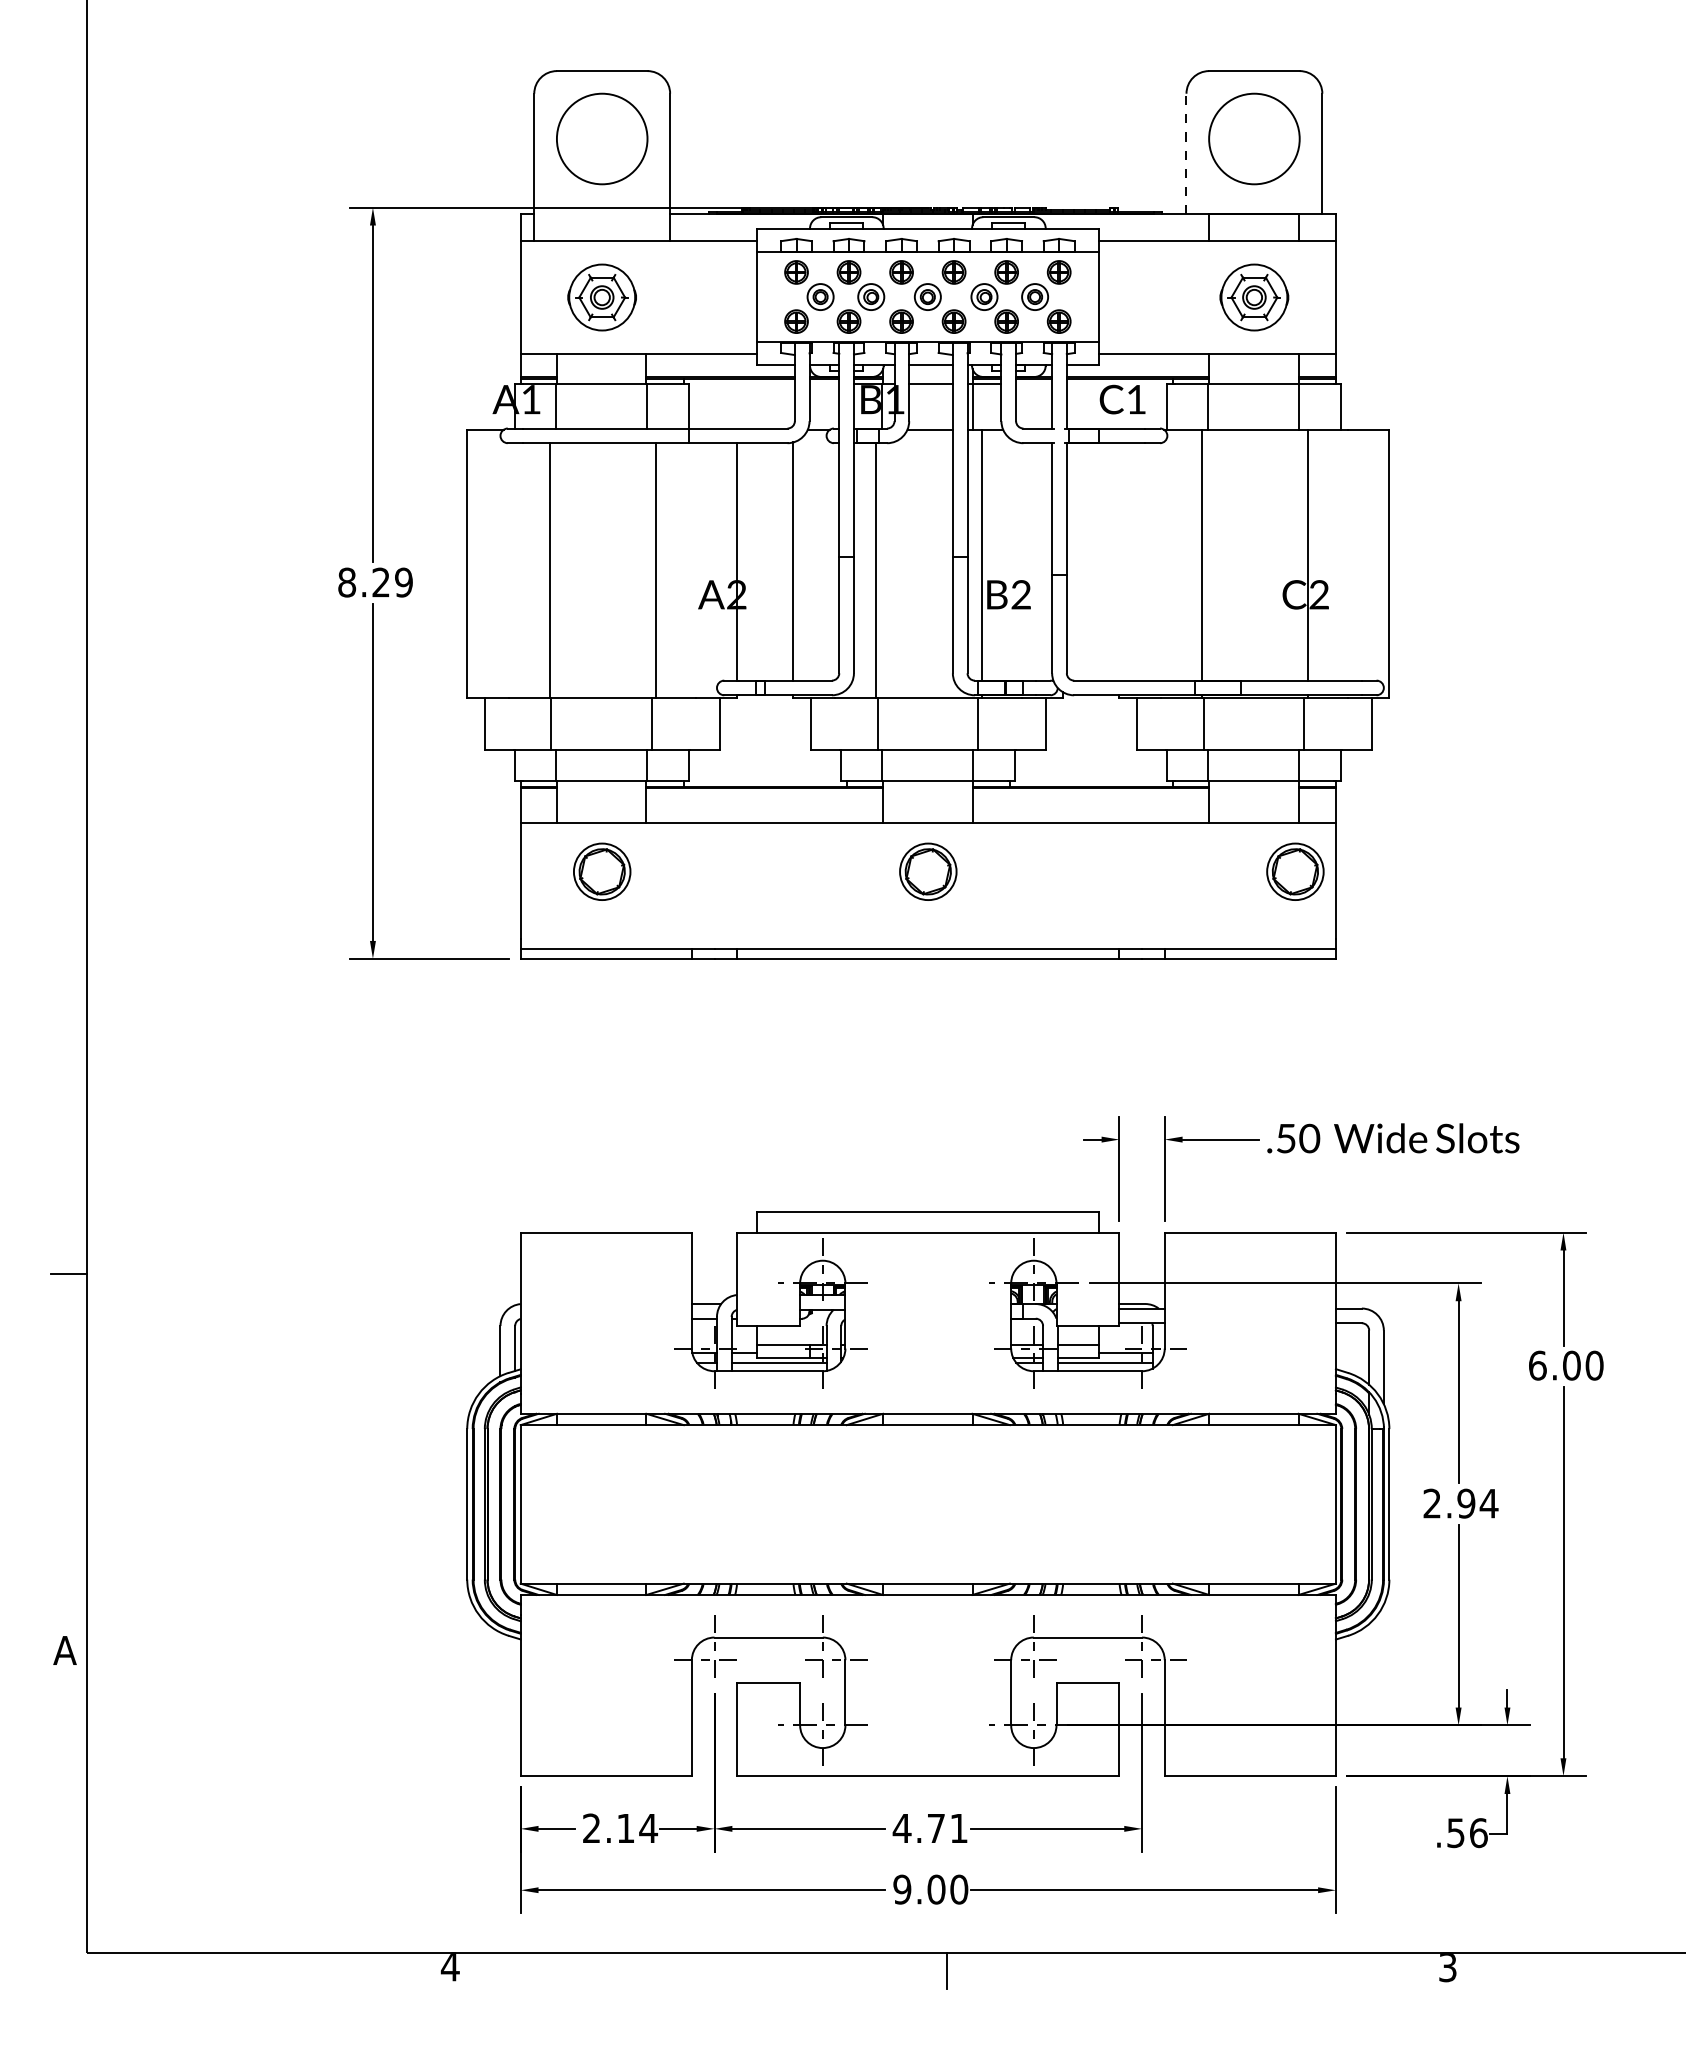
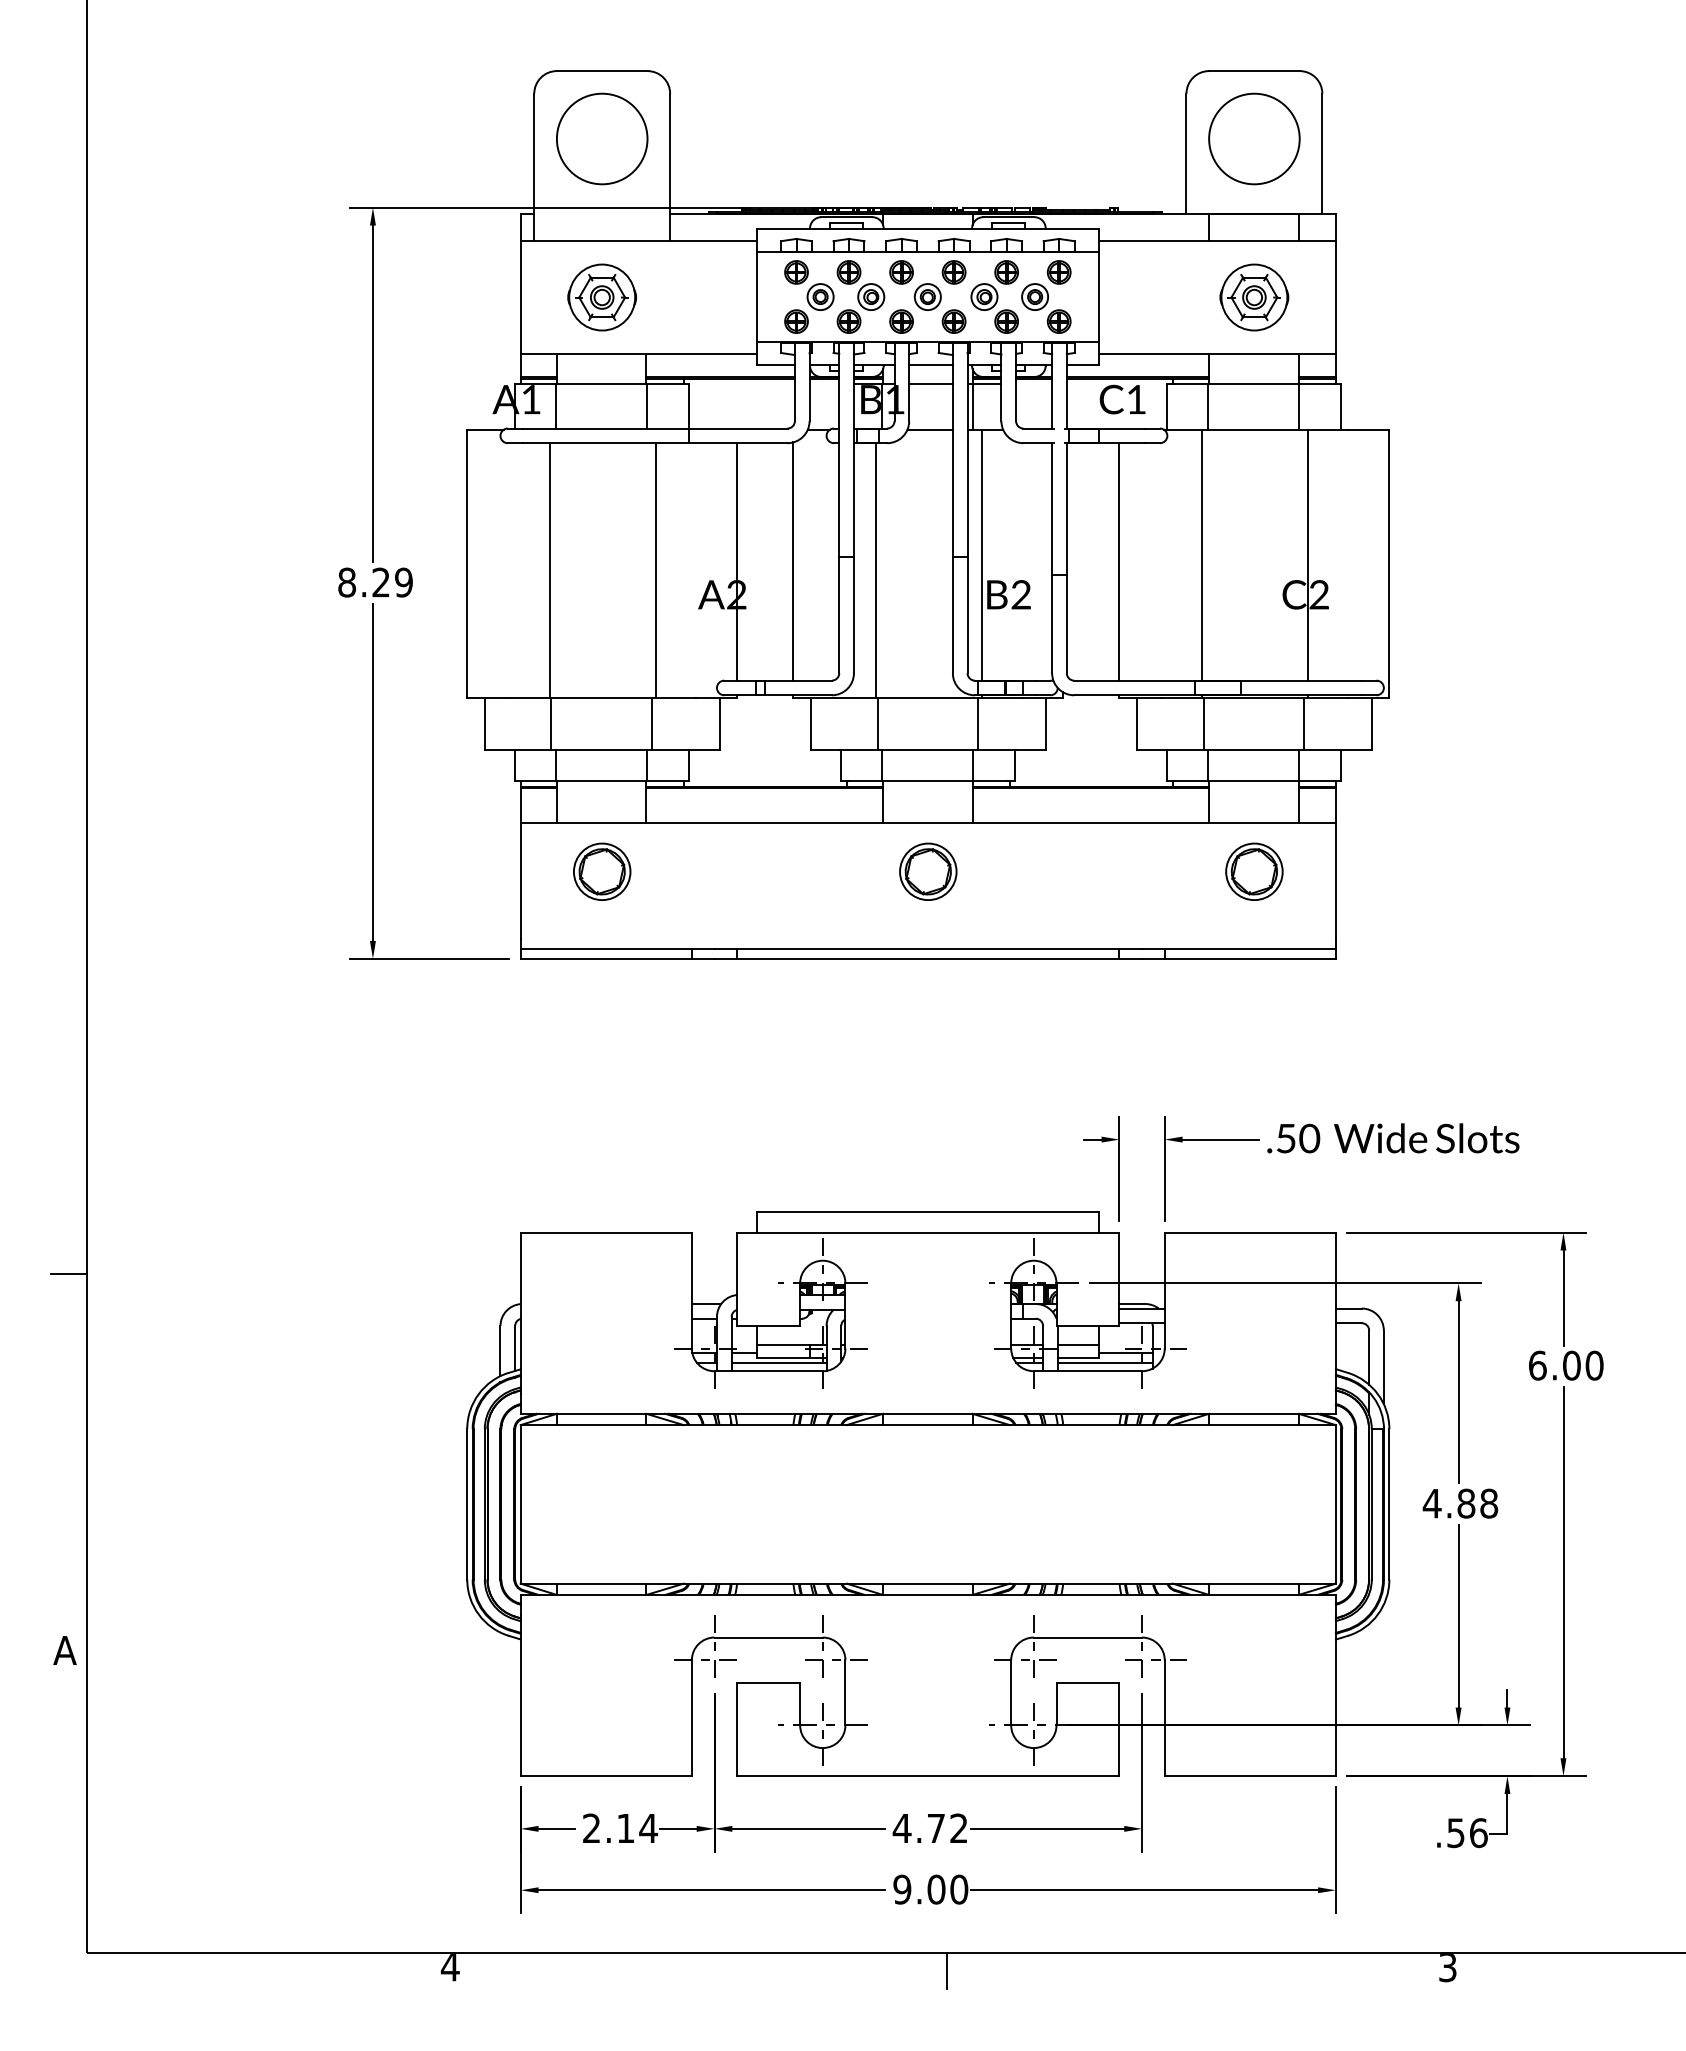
line at (1186, 153): dashed -> solid
line at (1119, 561): none -> present
part at (1295, 871) position: (1295, 871) -> (1254, 871)
text at (1460, 1503): 2.94 -> 4.88
text at (958, 1827): 4.71 -> 4.72
